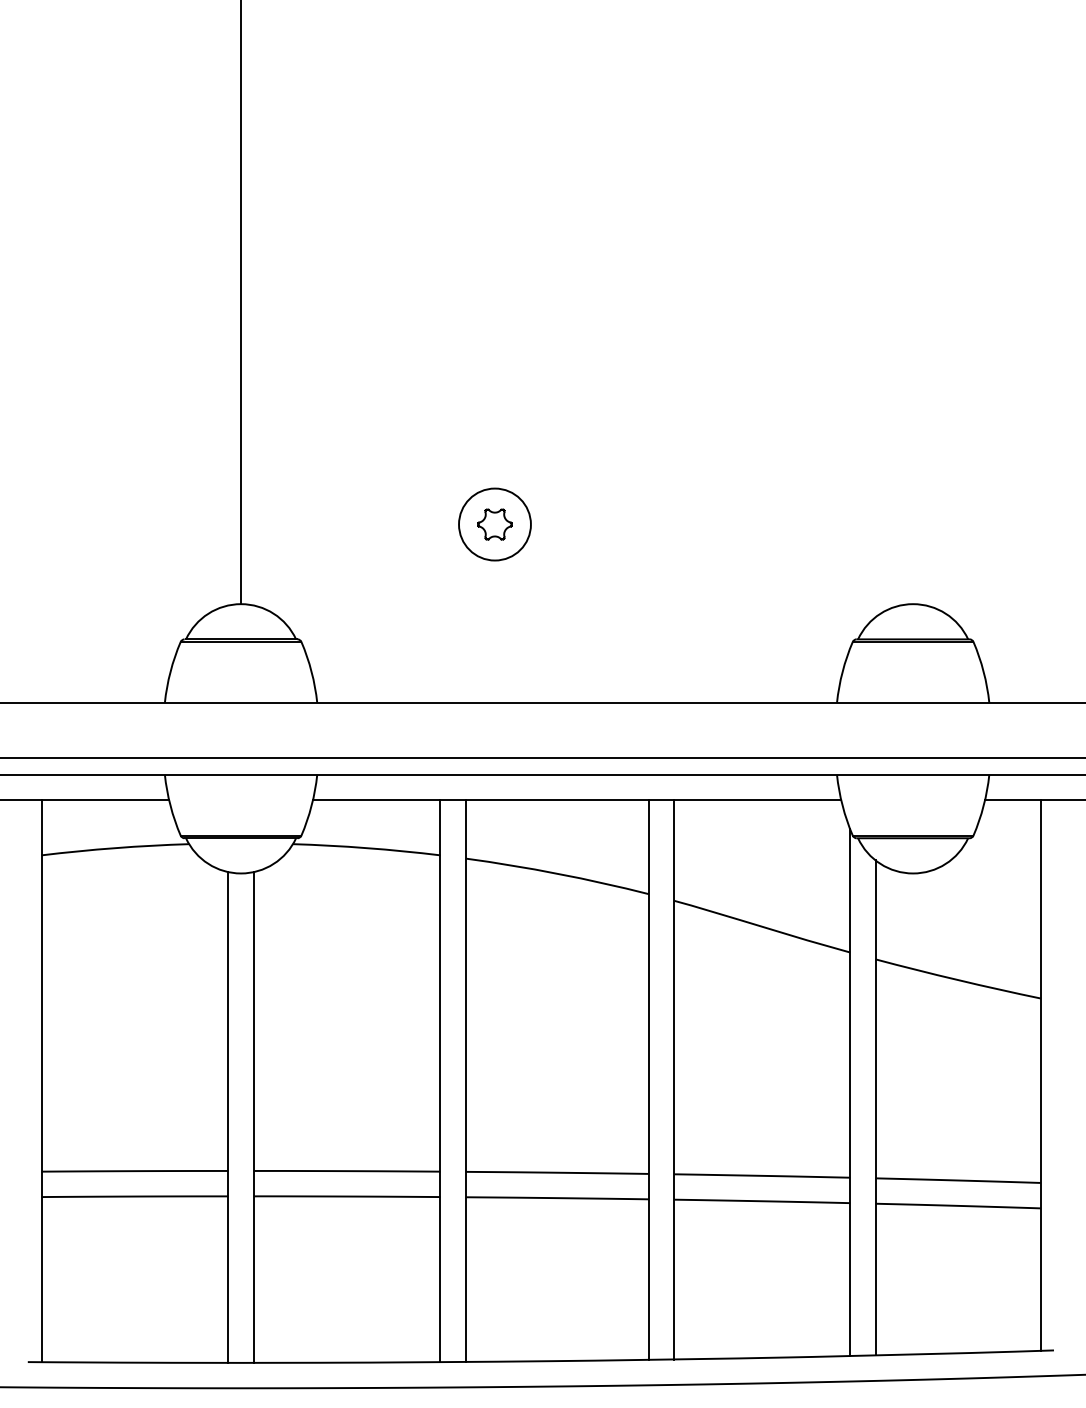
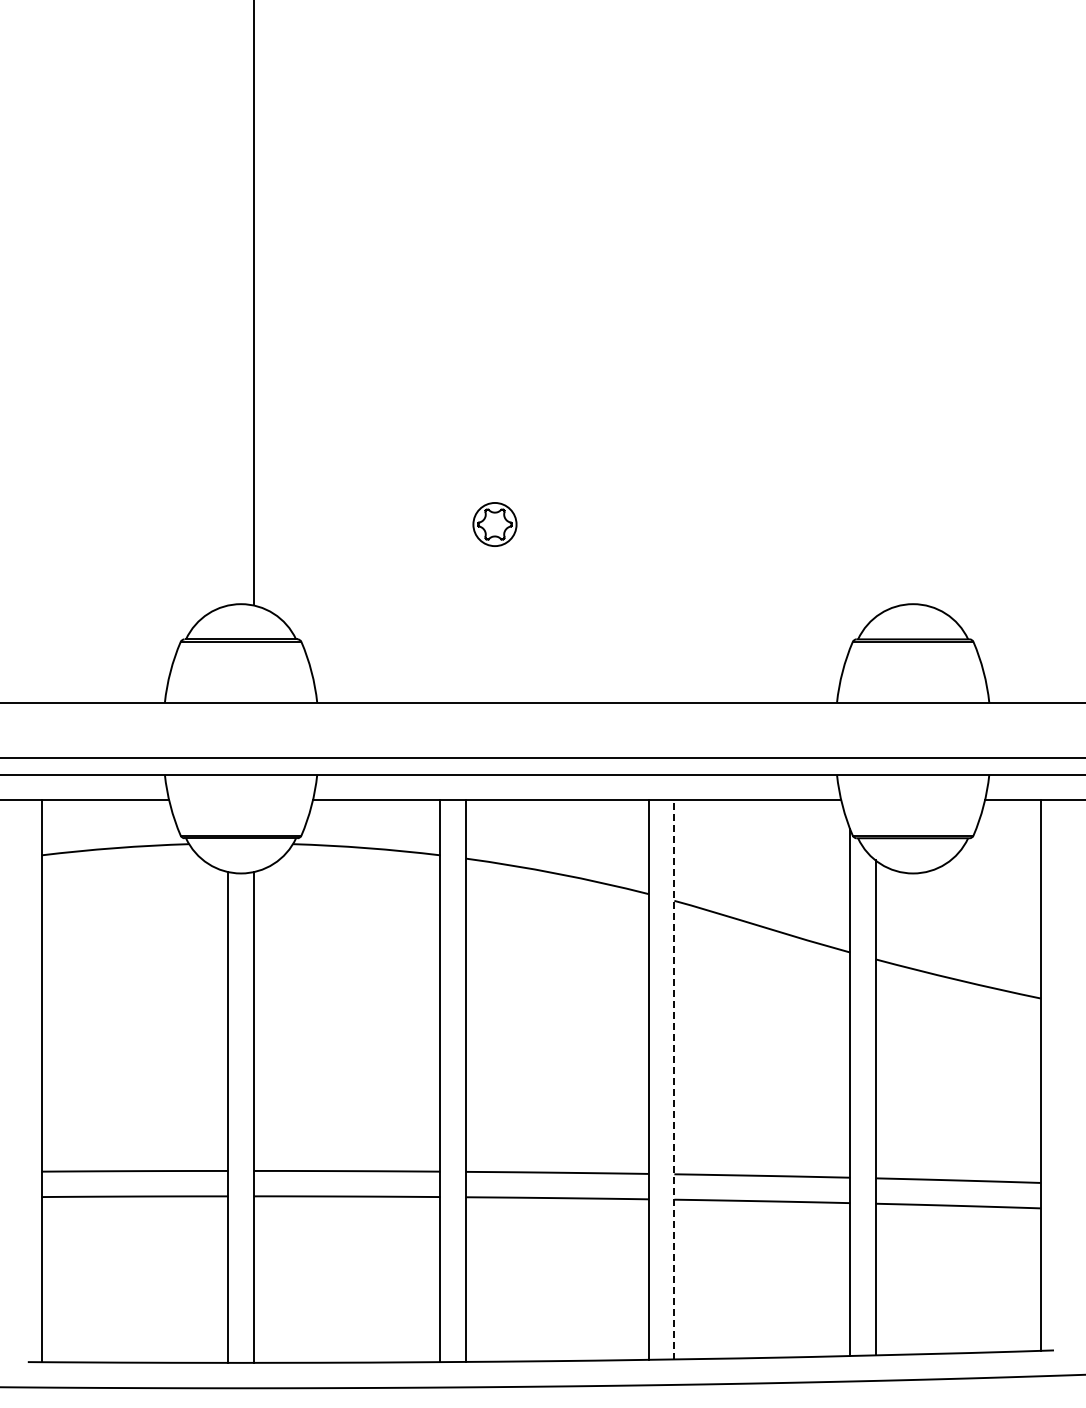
line at (241, 303) position: (241, 303) -> (254, 303)
circle at (494, 524) diameter: 72 px -> 43 px
line at (674, 1079): solid -> dashed
